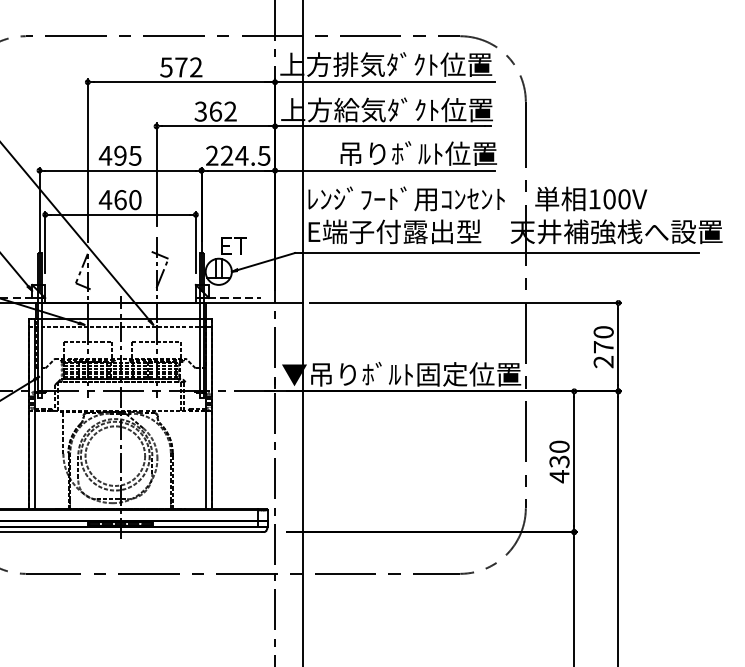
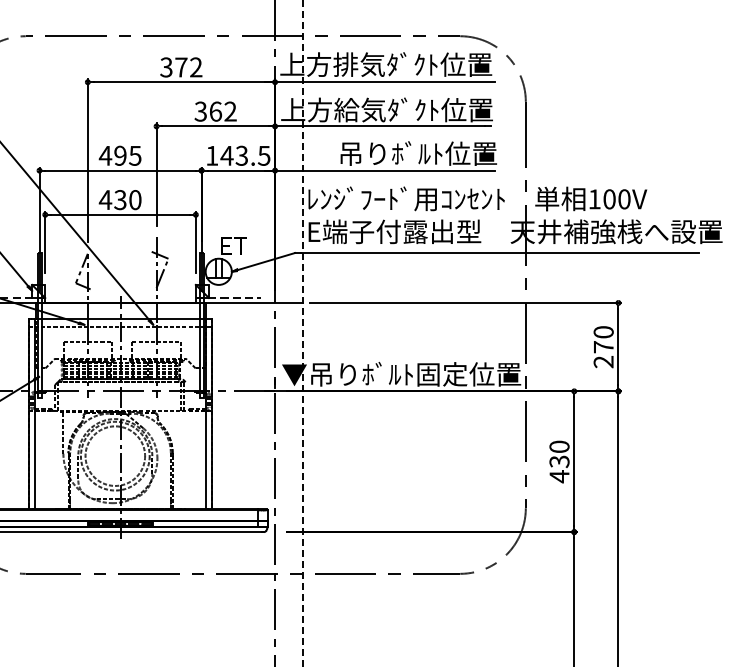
text at (166, 67): 572 -> 372
text at (227, 155): 224.5 -> 143.5
text at (120, 200): 460 -> 430
line at (302, 333): solid -> dashed
